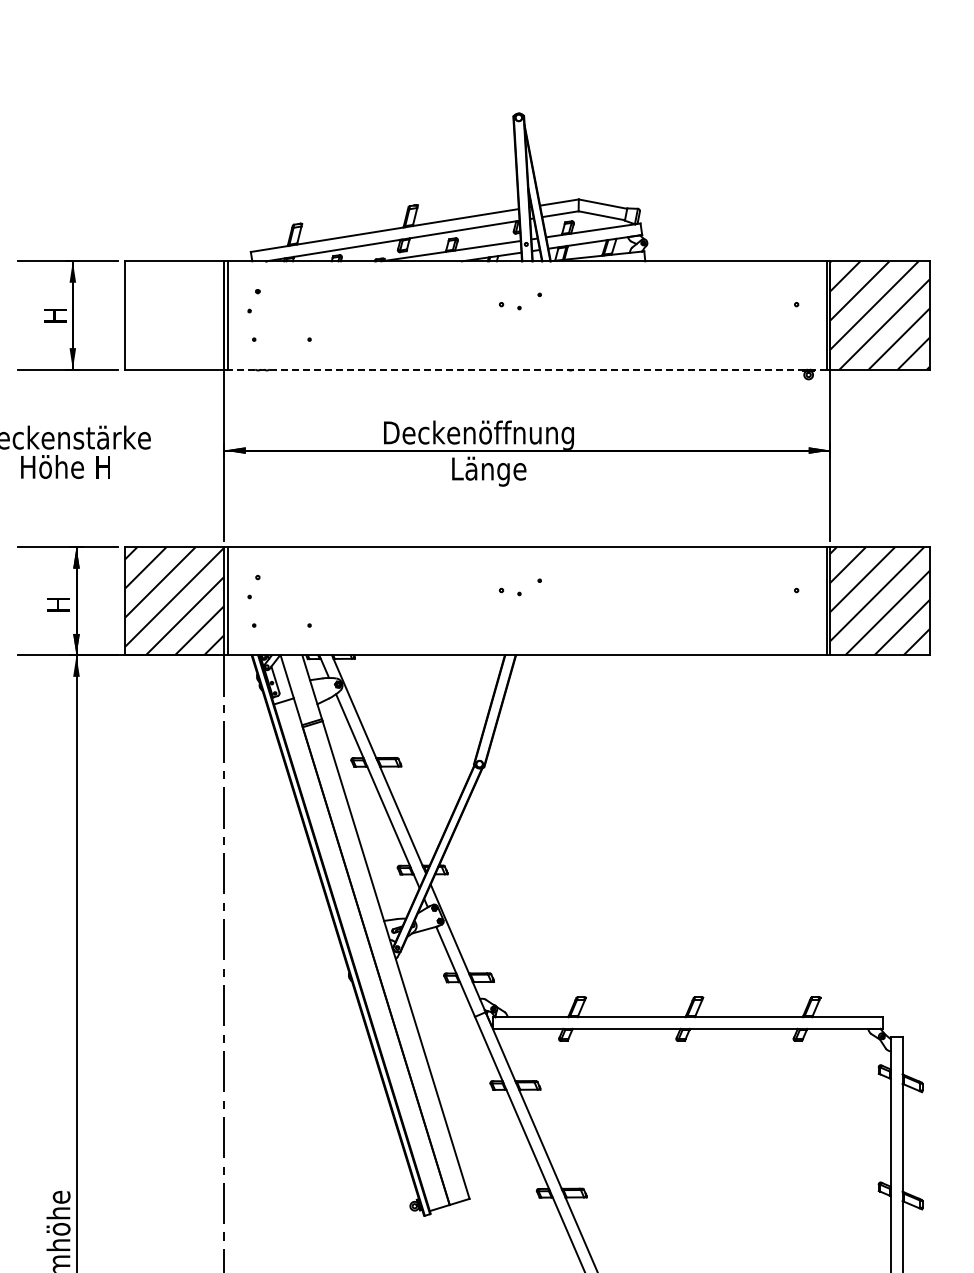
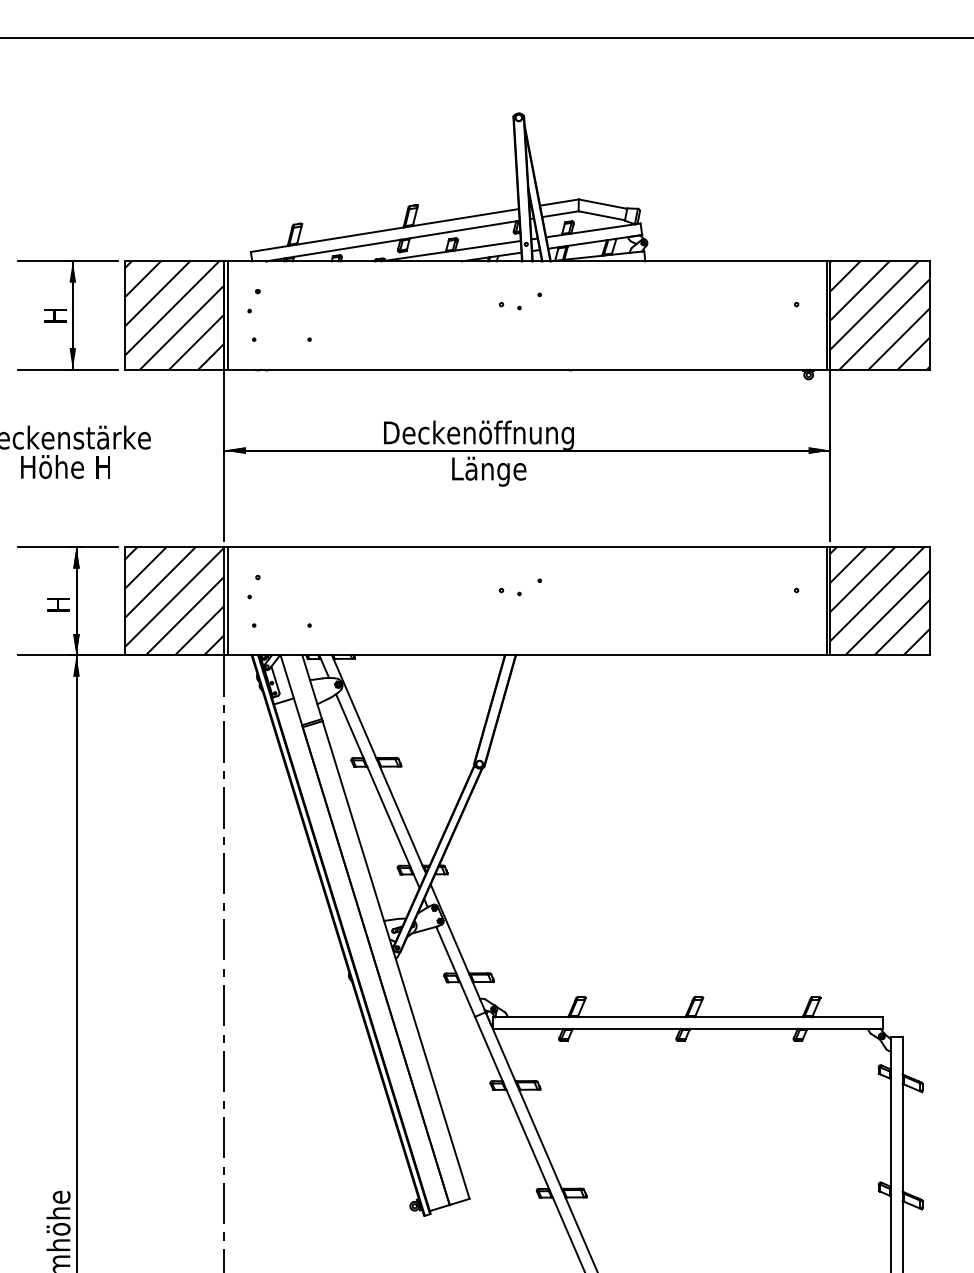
line at (486, 38): none -> present
hatch at (174, 315): none -> present
line at (527, 369): dashed -> solid
